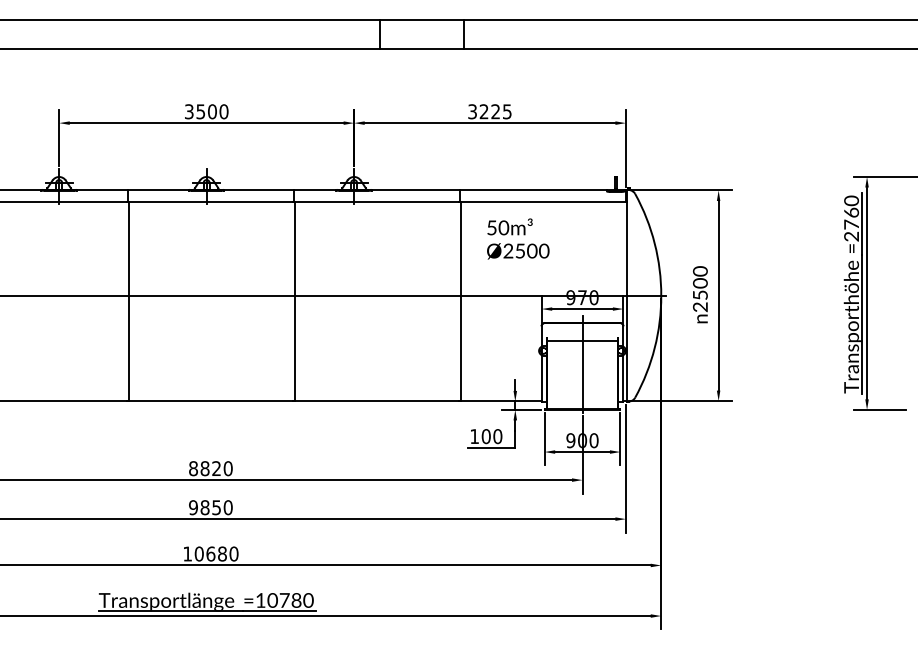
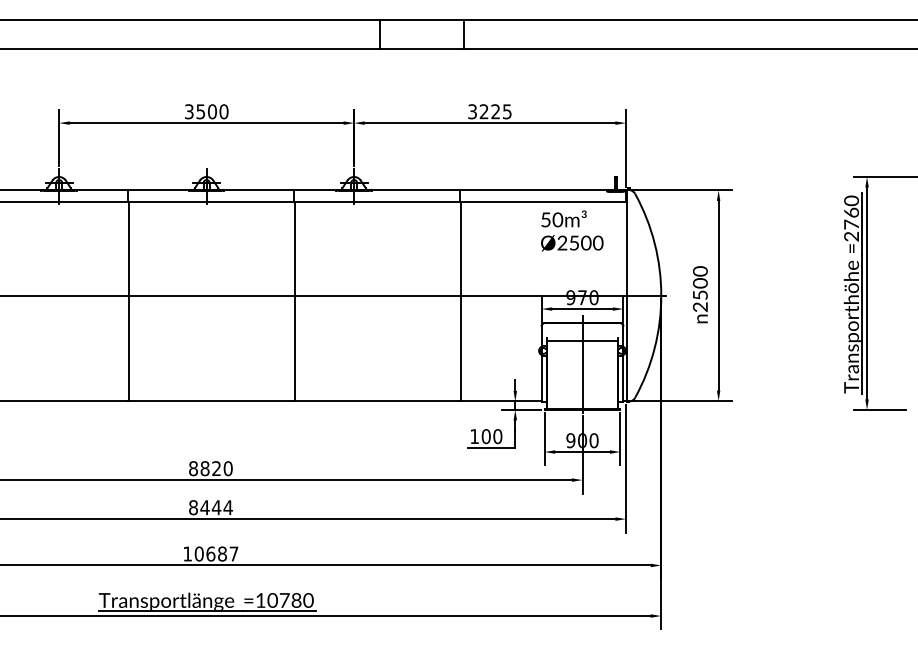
text at (518, 238) position: (518, 238) -> (572, 230)
text at (210, 507): 9850 -> 8444
text at (233, 553): 10680 -> 10687
